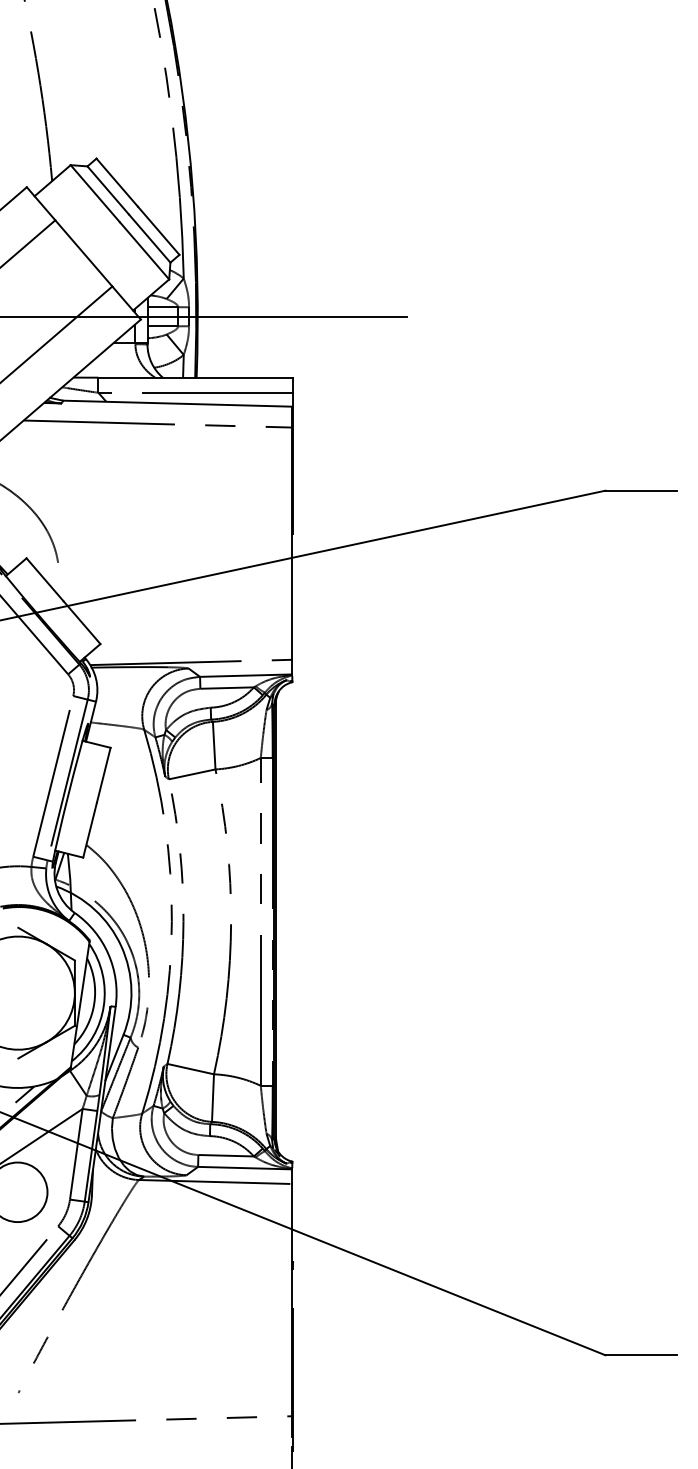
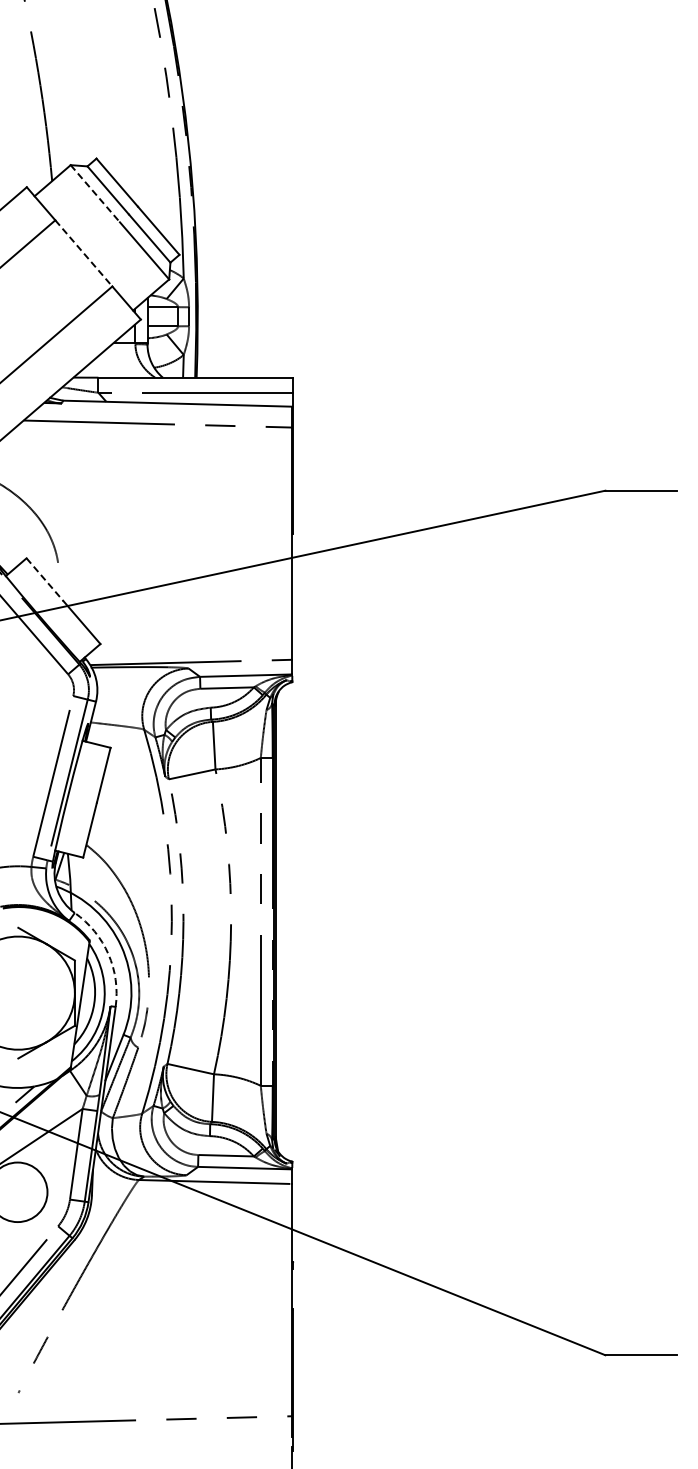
line at (95, 193): solid -> dashed
line at (83, 253): solid -> dashed
line at (204, 316): present -> none
line at (45, 580): solid -> dashed
arc at (108, 954): solid -> dashed
